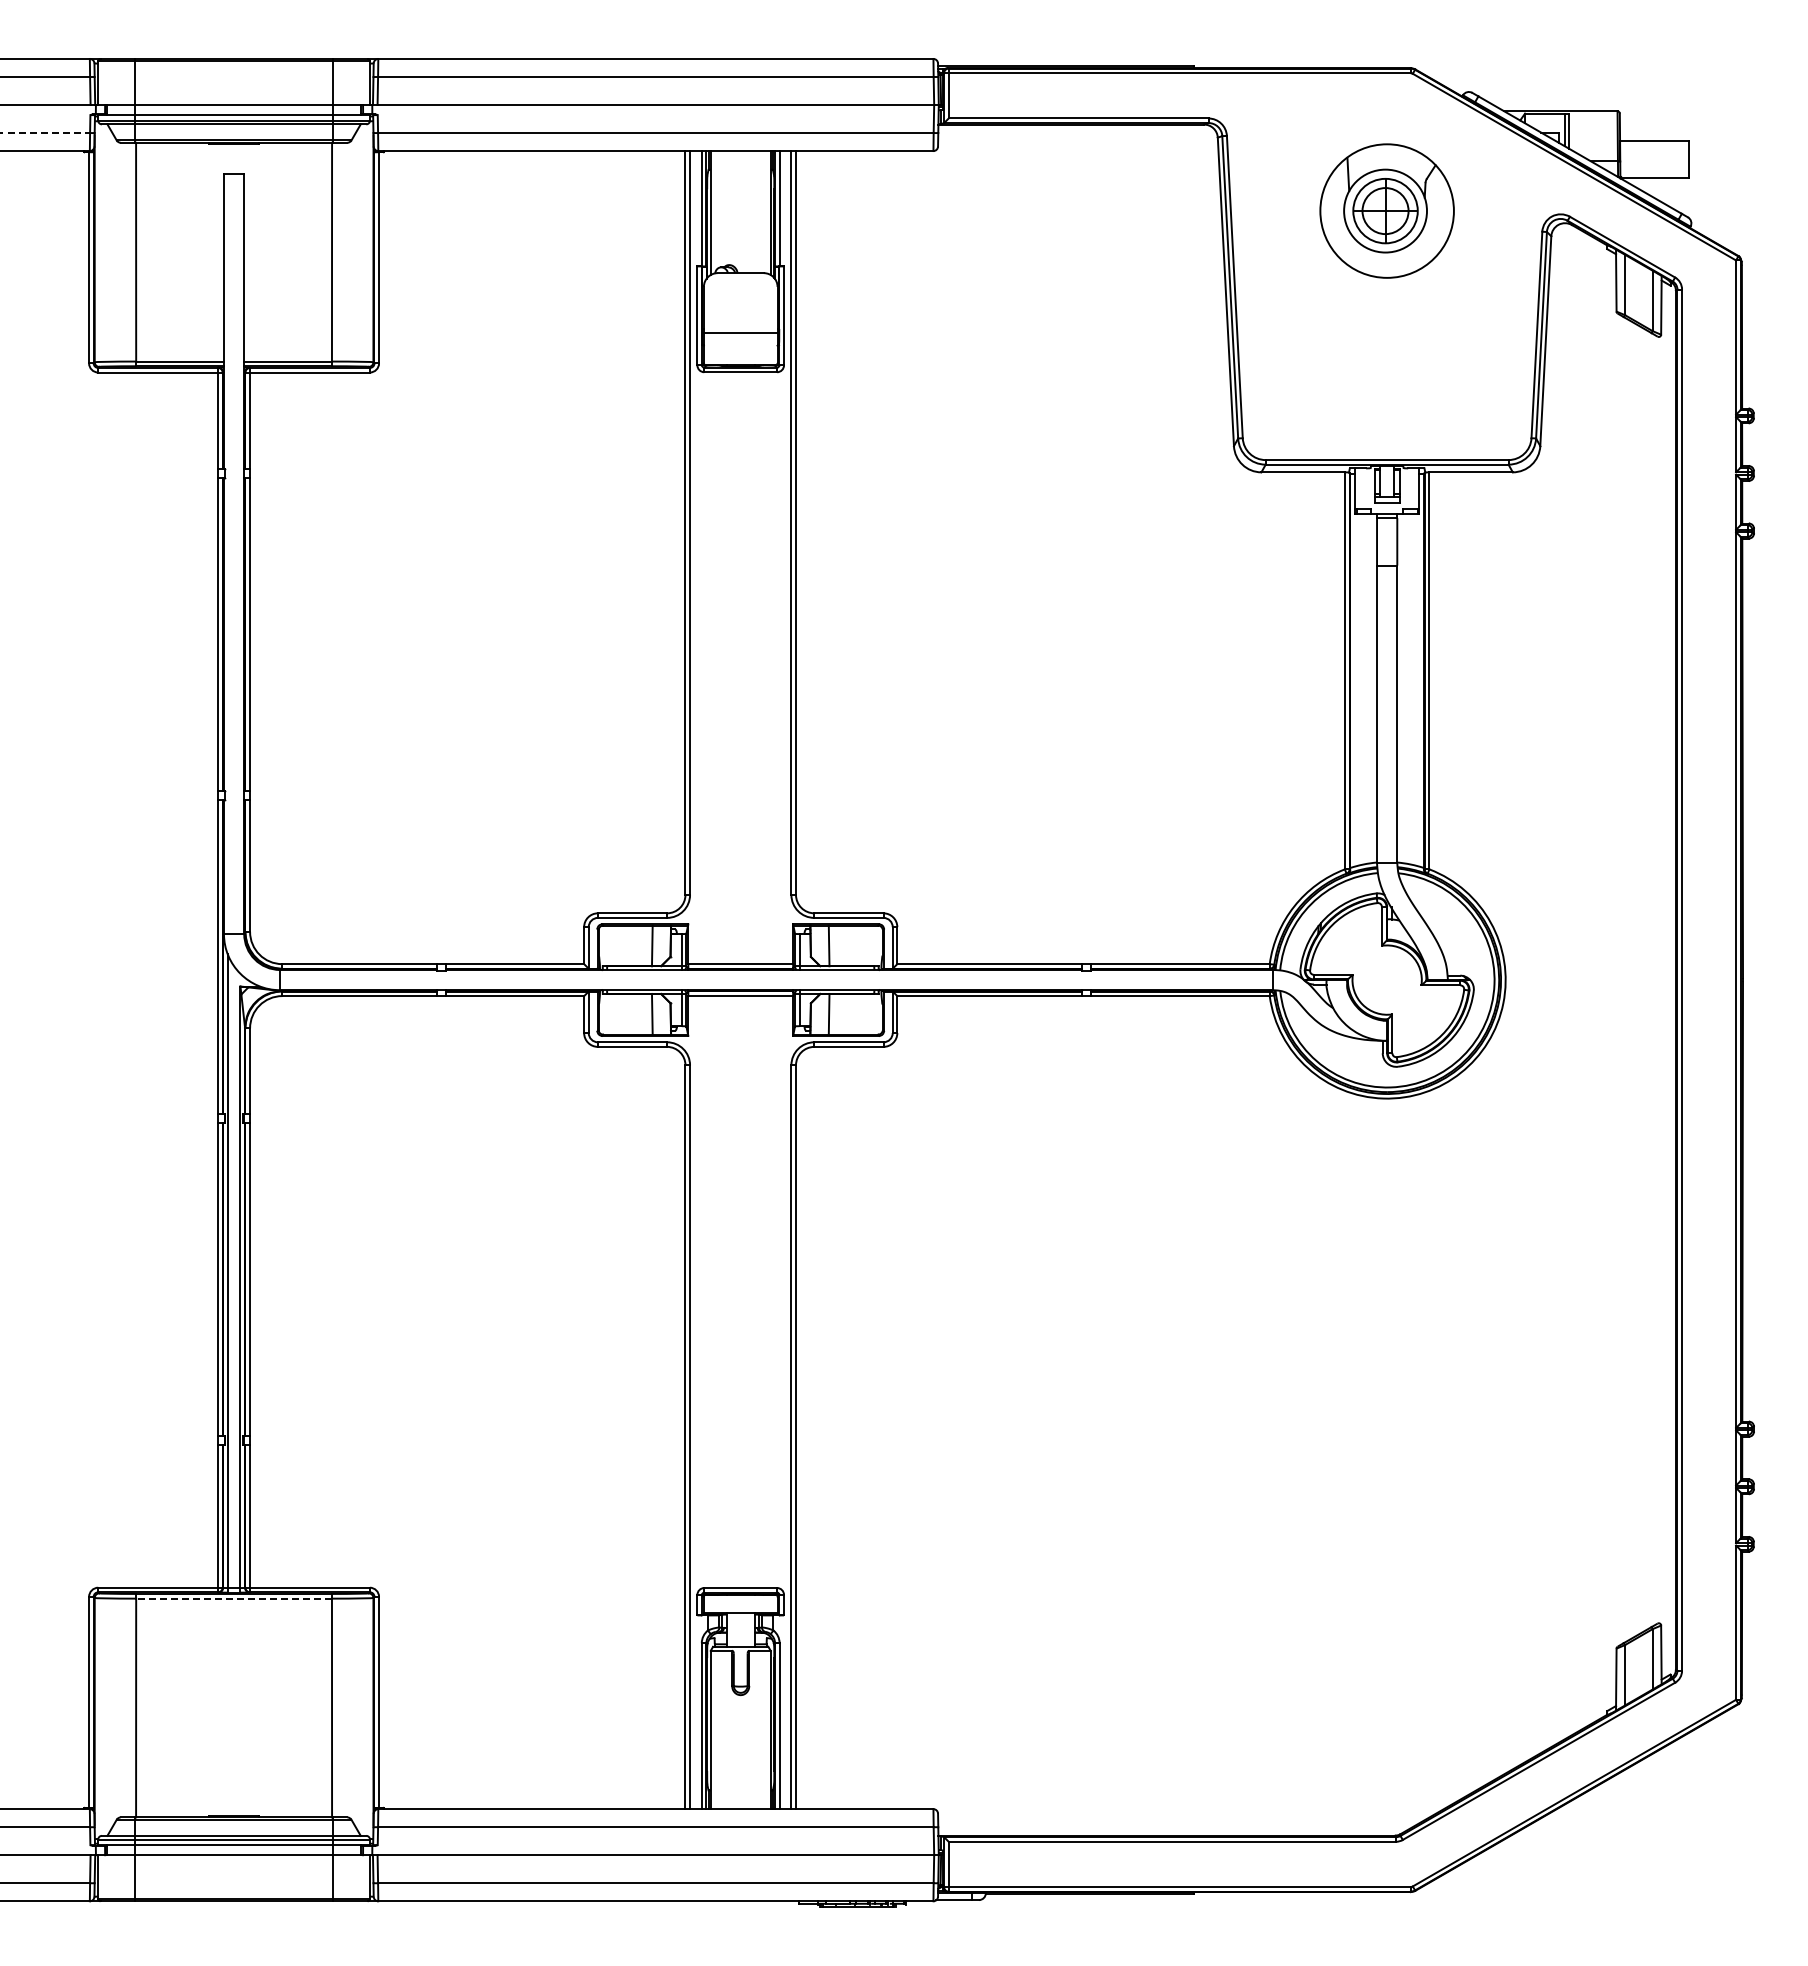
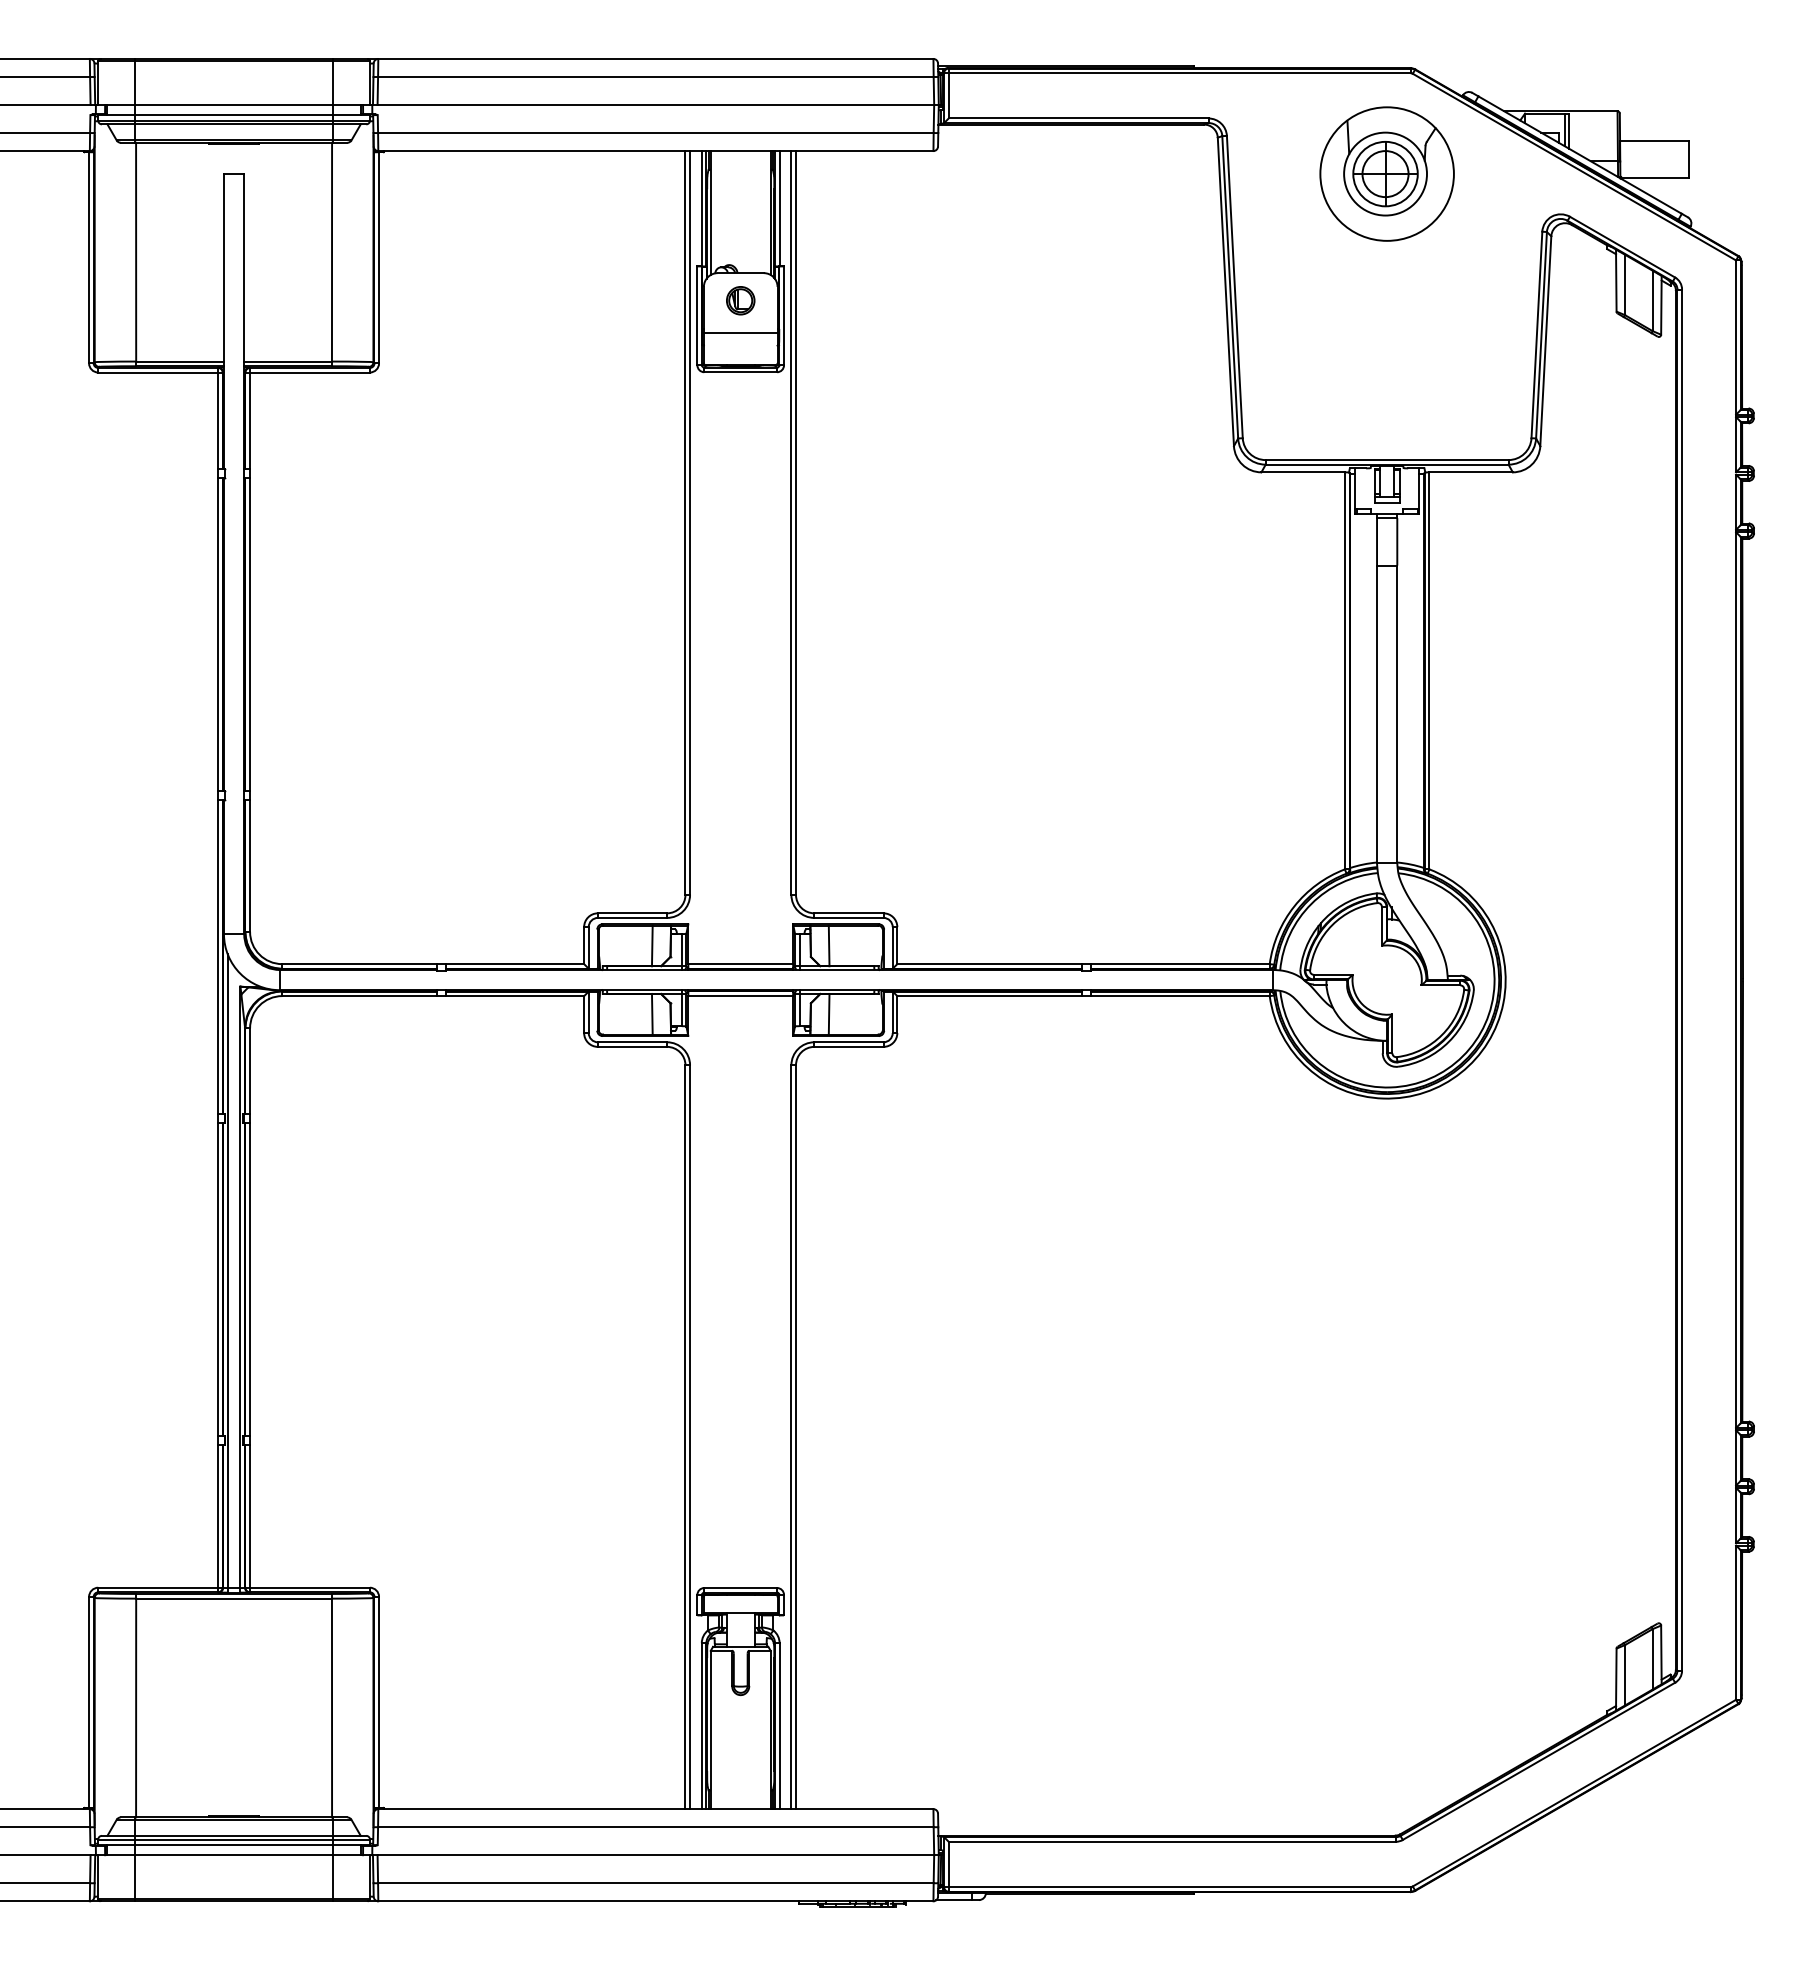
line at (45, 132): dashed -> solid
part at (1386, 210) position: (1386, 210) -> (1386, 173)
part at (740, 300): none -> present
line at (234, 1598): dashed -> solid
